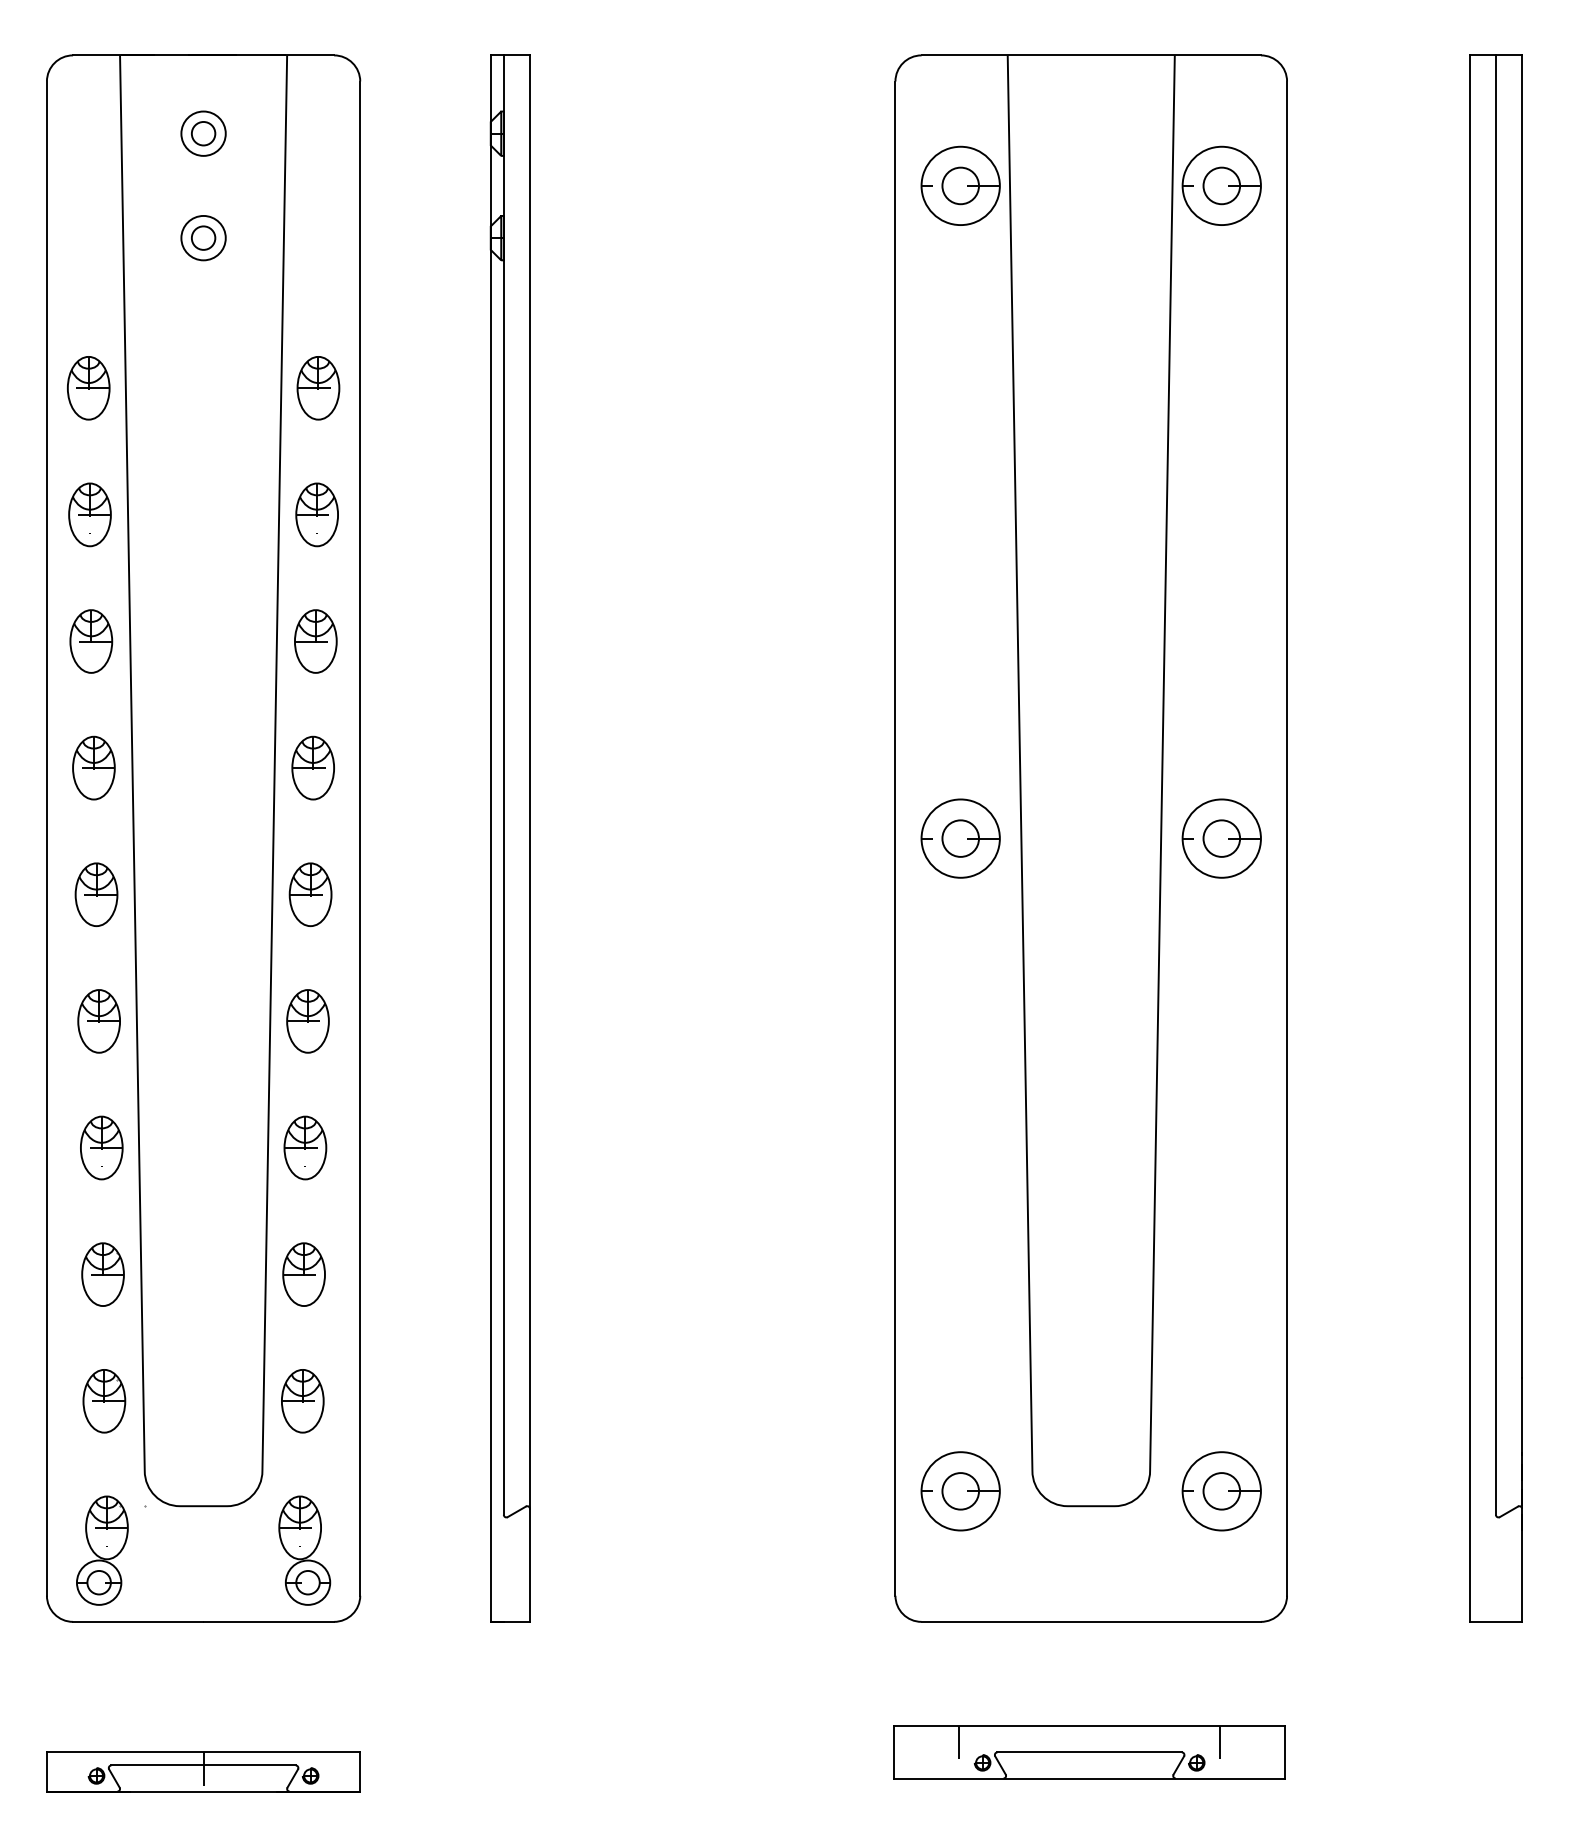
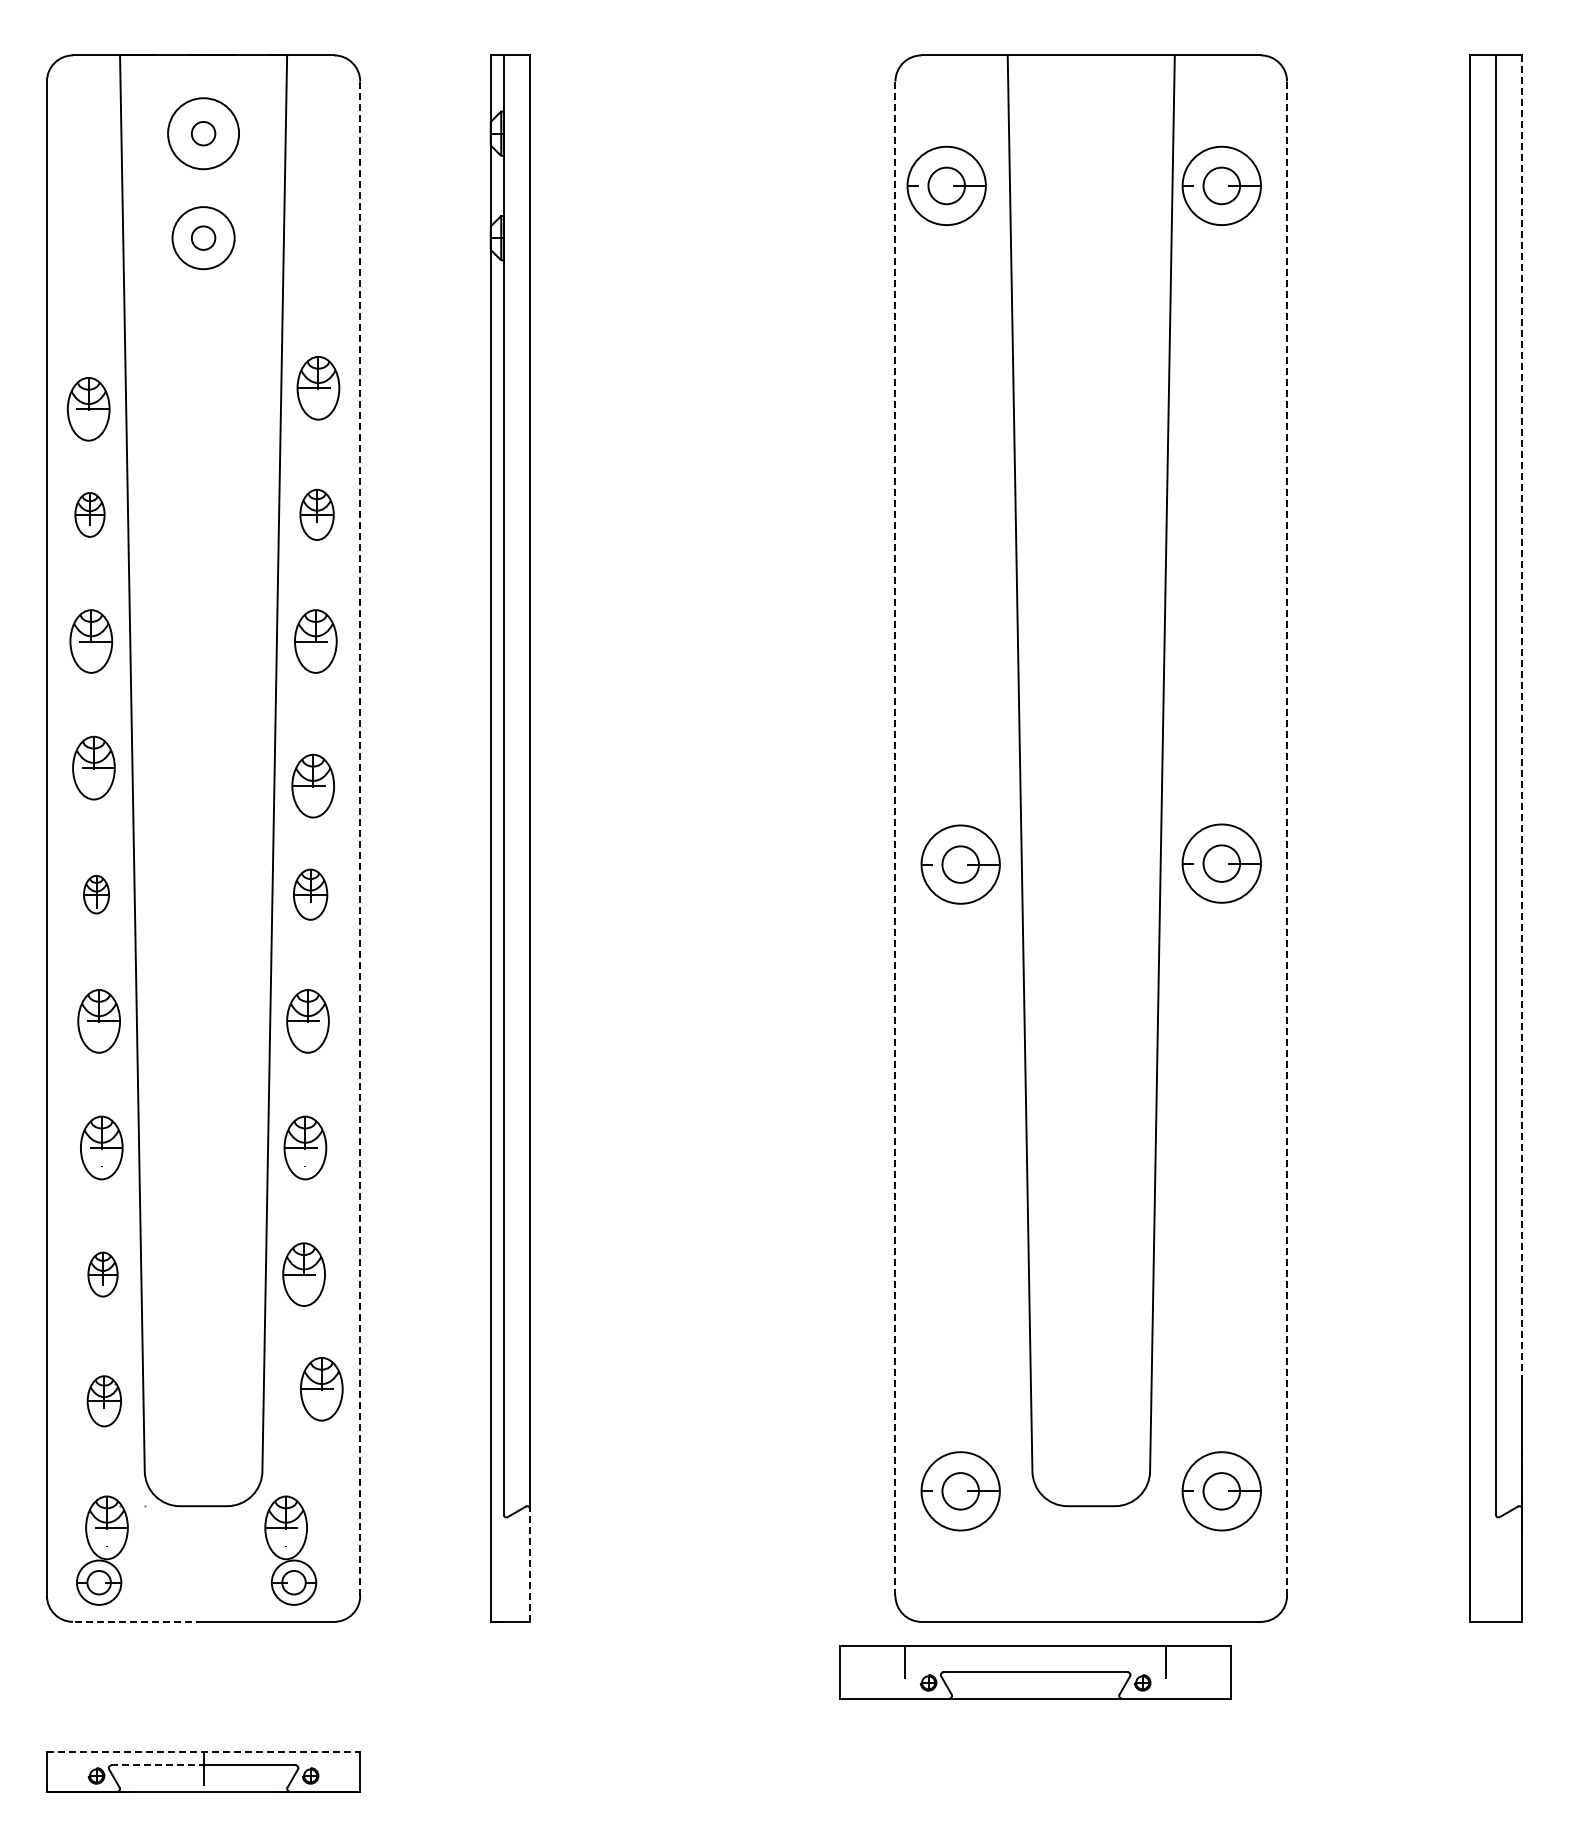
circle at (203, 133) diameter: 44 px -> 71 px
part at (960, 185) position: (960, 185) -> (946, 185)
circle at (203, 237) diameter: 44 px -> 62 px
part at (88, 388) position: (88, 388) -> (88, 409)
part at (89, 514) size: 44x66 px -> 32x46 px
part at (316, 514) size: 44x66 px -> 36x52 px
line at (1522, 717): solid -> dashed
part at (312, 767) position: (312, 767) -> (312, 785)
part at (960, 838) position: (960, 838) -> (960, 864)
part at (1221, 838) position: (1221, 838) -> (1221, 863)
line at (1287, 838): solid -> dashed
line at (360, 839): solid -> dashed
line at (895, 839): solid -> dashed
part at (96, 894) size: 45x65 px -> 27x40 px
part at (310, 894) size: 45x65 px -> 36x53 px
part at (102, 1274) size: 44x65 px -> 32x47 px
part at (104, 1401) size: 45x65 px -> 36x53 px
part at (302, 1401) position: (302, 1401) -> (321, 1389)
part at (304, 1550) position: (304, 1550) -> (290, 1550)
line at (529, 1565): solid -> dashed
line at (137, 1621): solid -> dashed
line at (203, 1752): solid -> dashed
part at (1089, 1752) position: (1089, 1752) -> (1035, 1672)
line at (158, 1765): solid -> dashed
